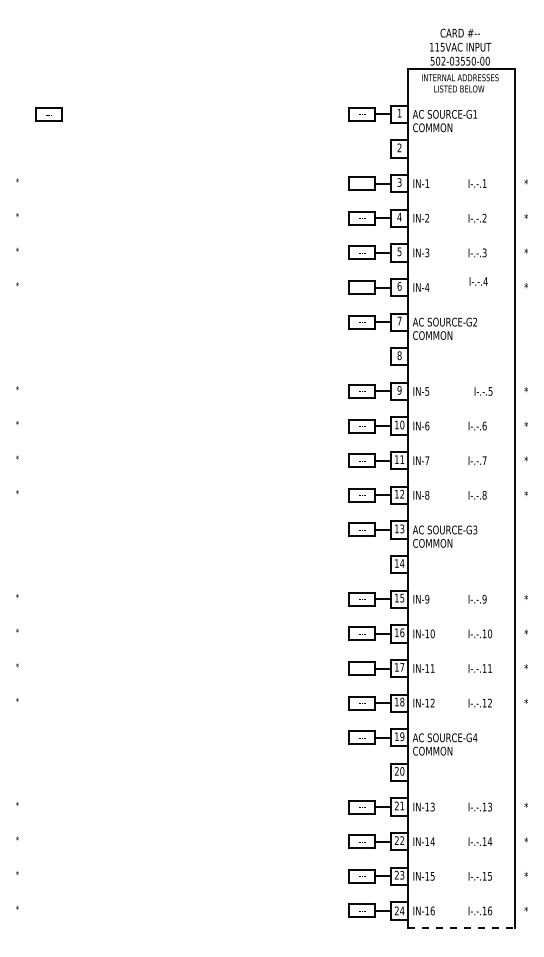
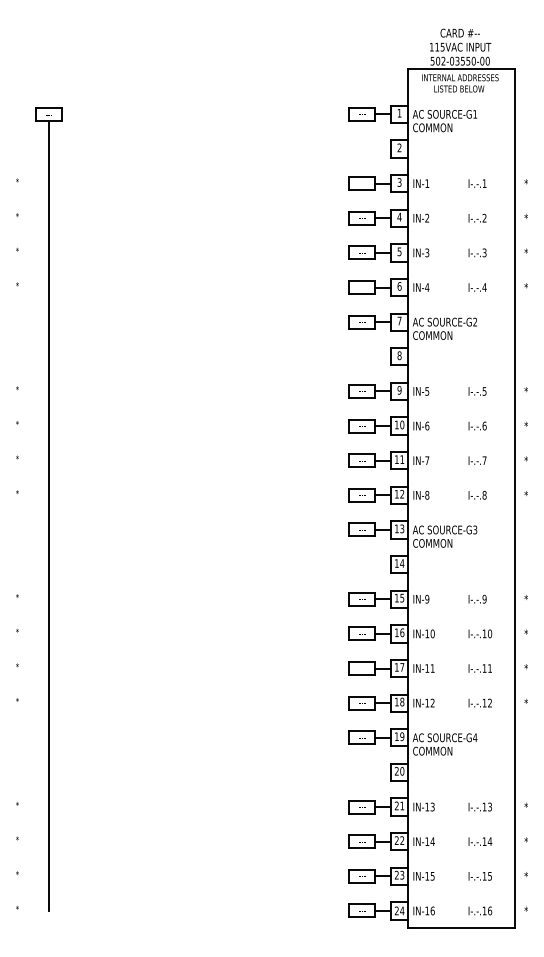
text at (478, 281) position: (478, 281) -> (477, 287)
text at (483, 391) position: (483, 391) -> (477, 391)
line at (49, 515): none -> present
line at (461, 928): dashed -> solid
